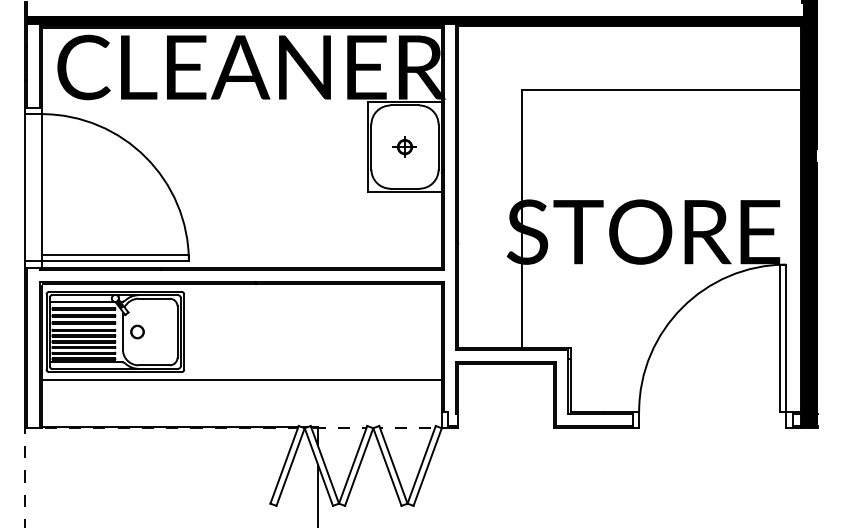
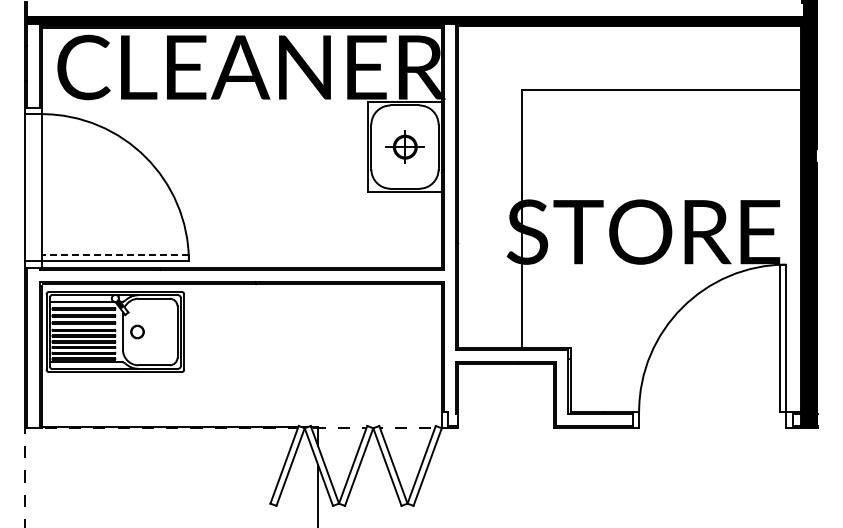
part at (404, 146) size: 25x22 px -> 40x34 px
line at (115, 254): solid -> dashed
line at (241, 380): present -> none
